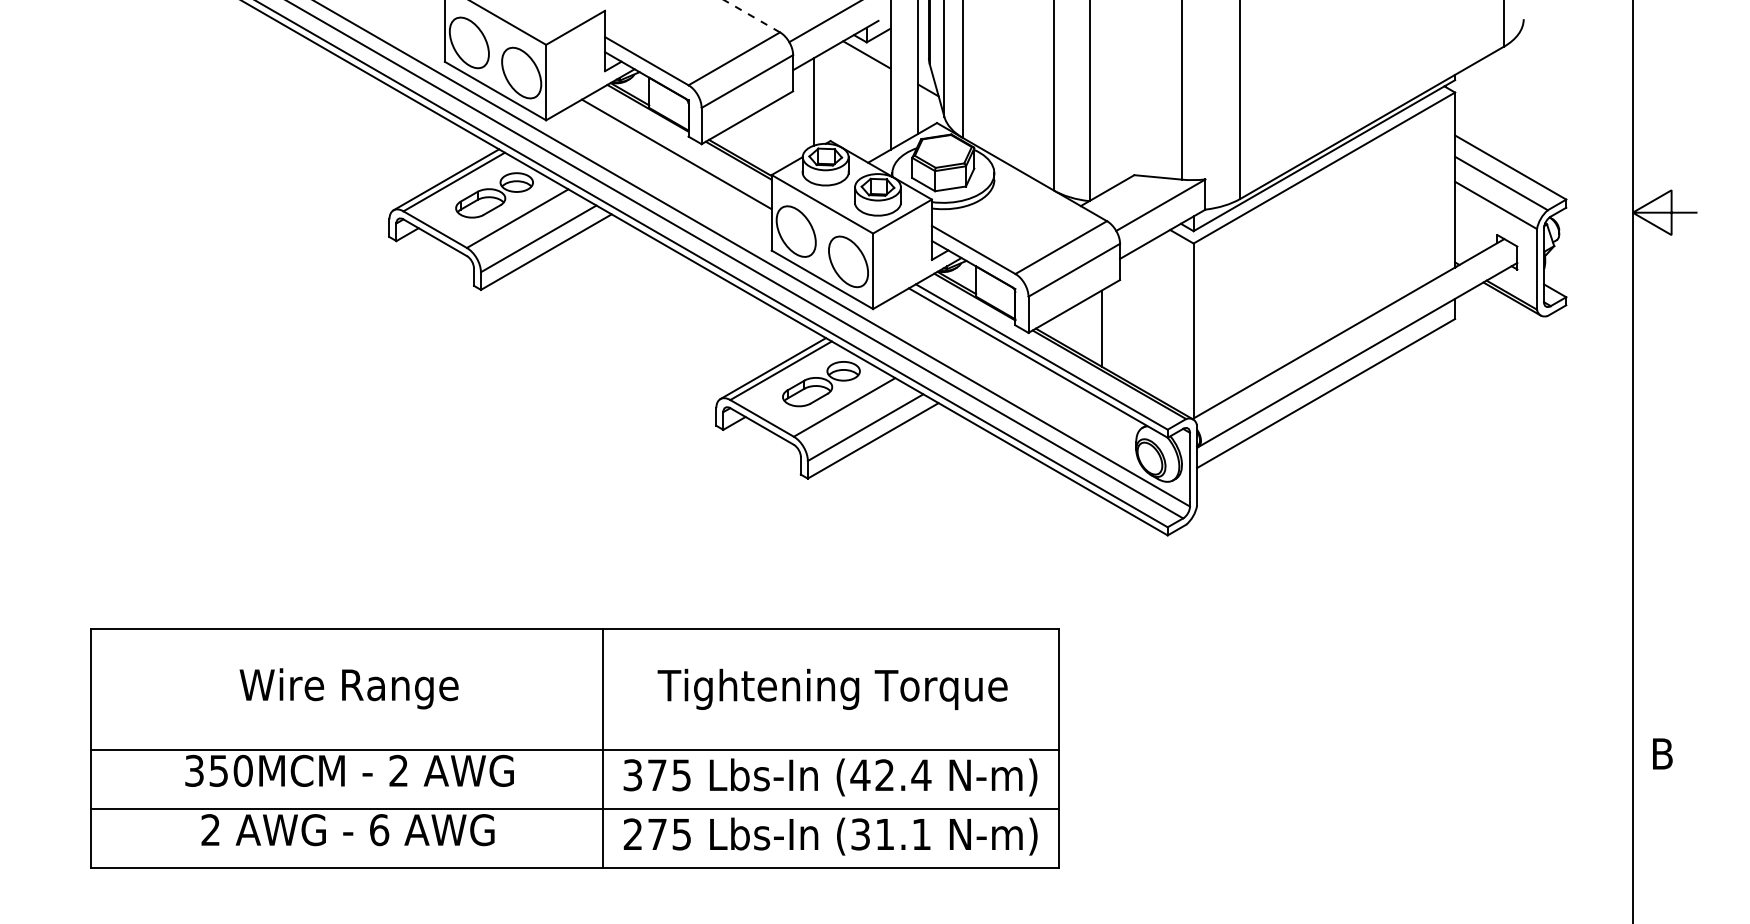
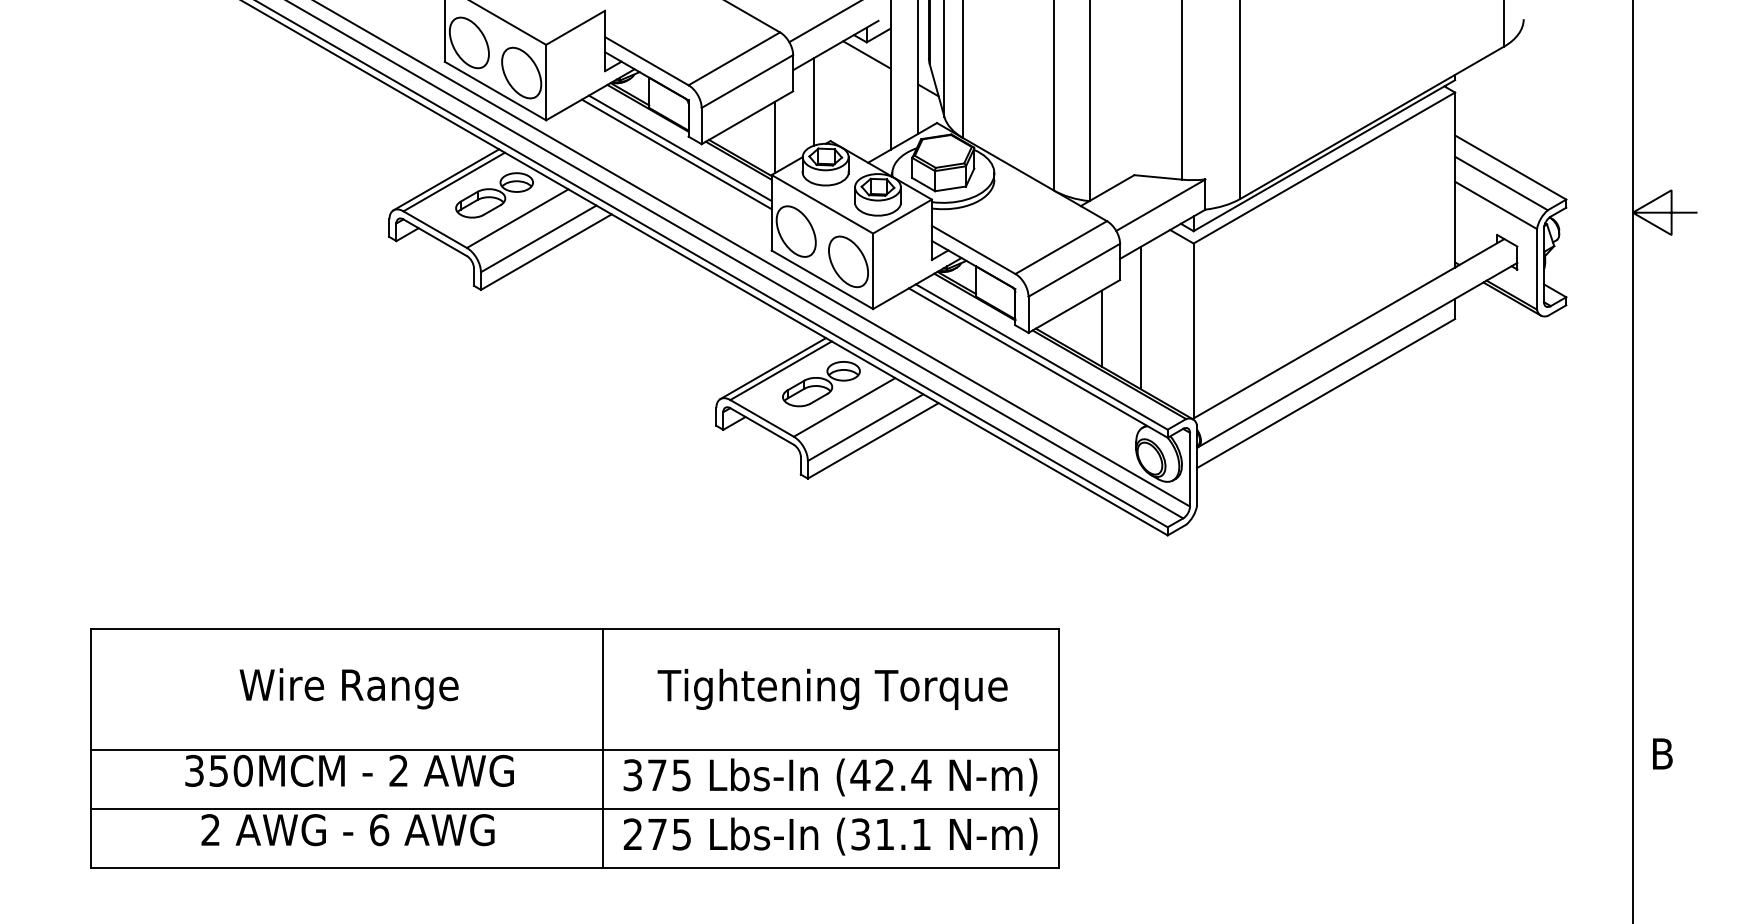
line at (751, 16): dashed -> solid
line at (775, 137): none -> present
line at (680, 148): none -> present
line at (1141, 317): none -> present
